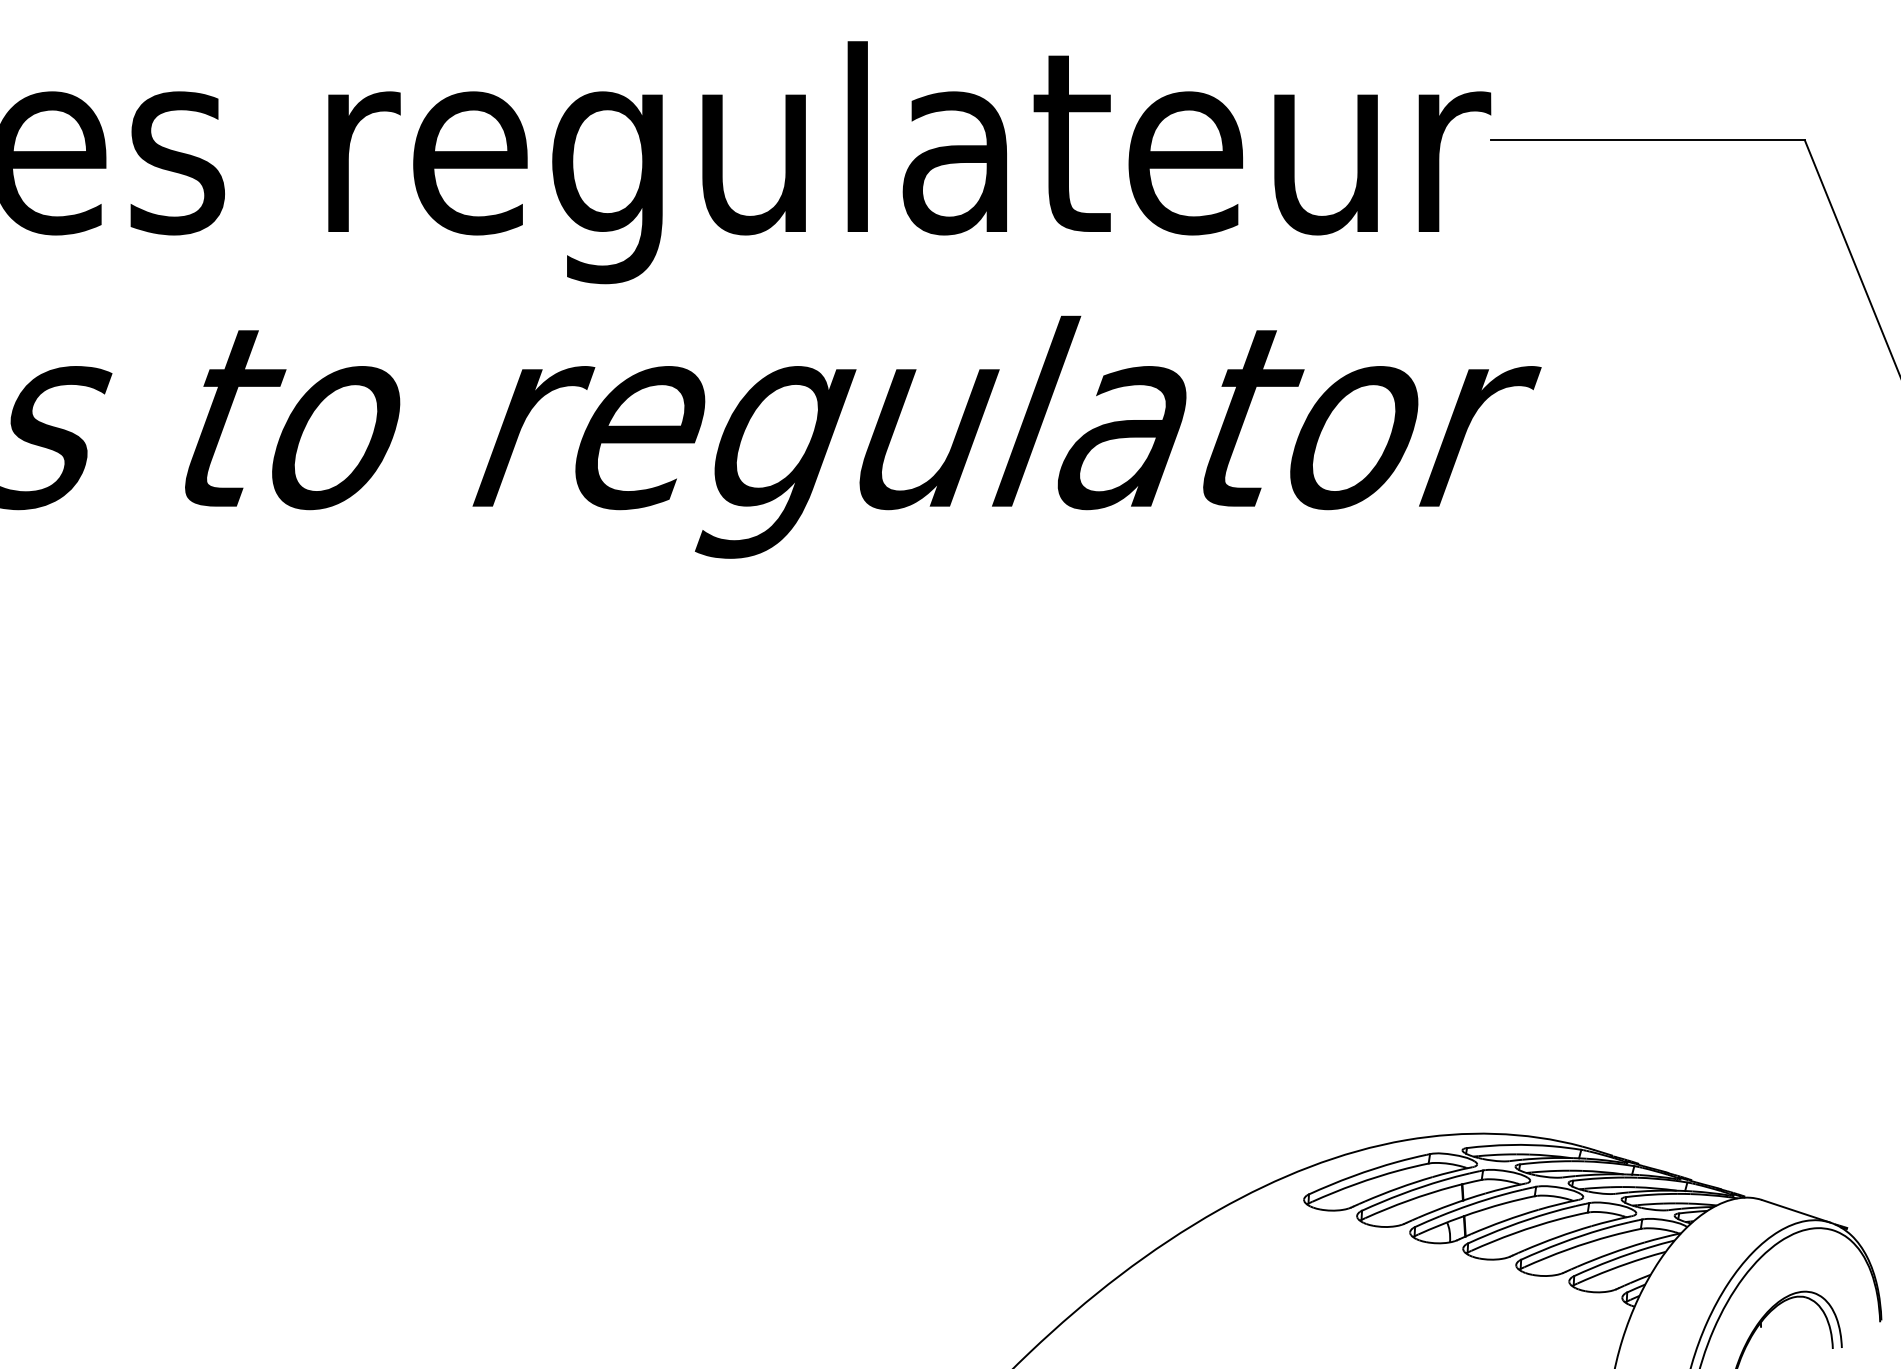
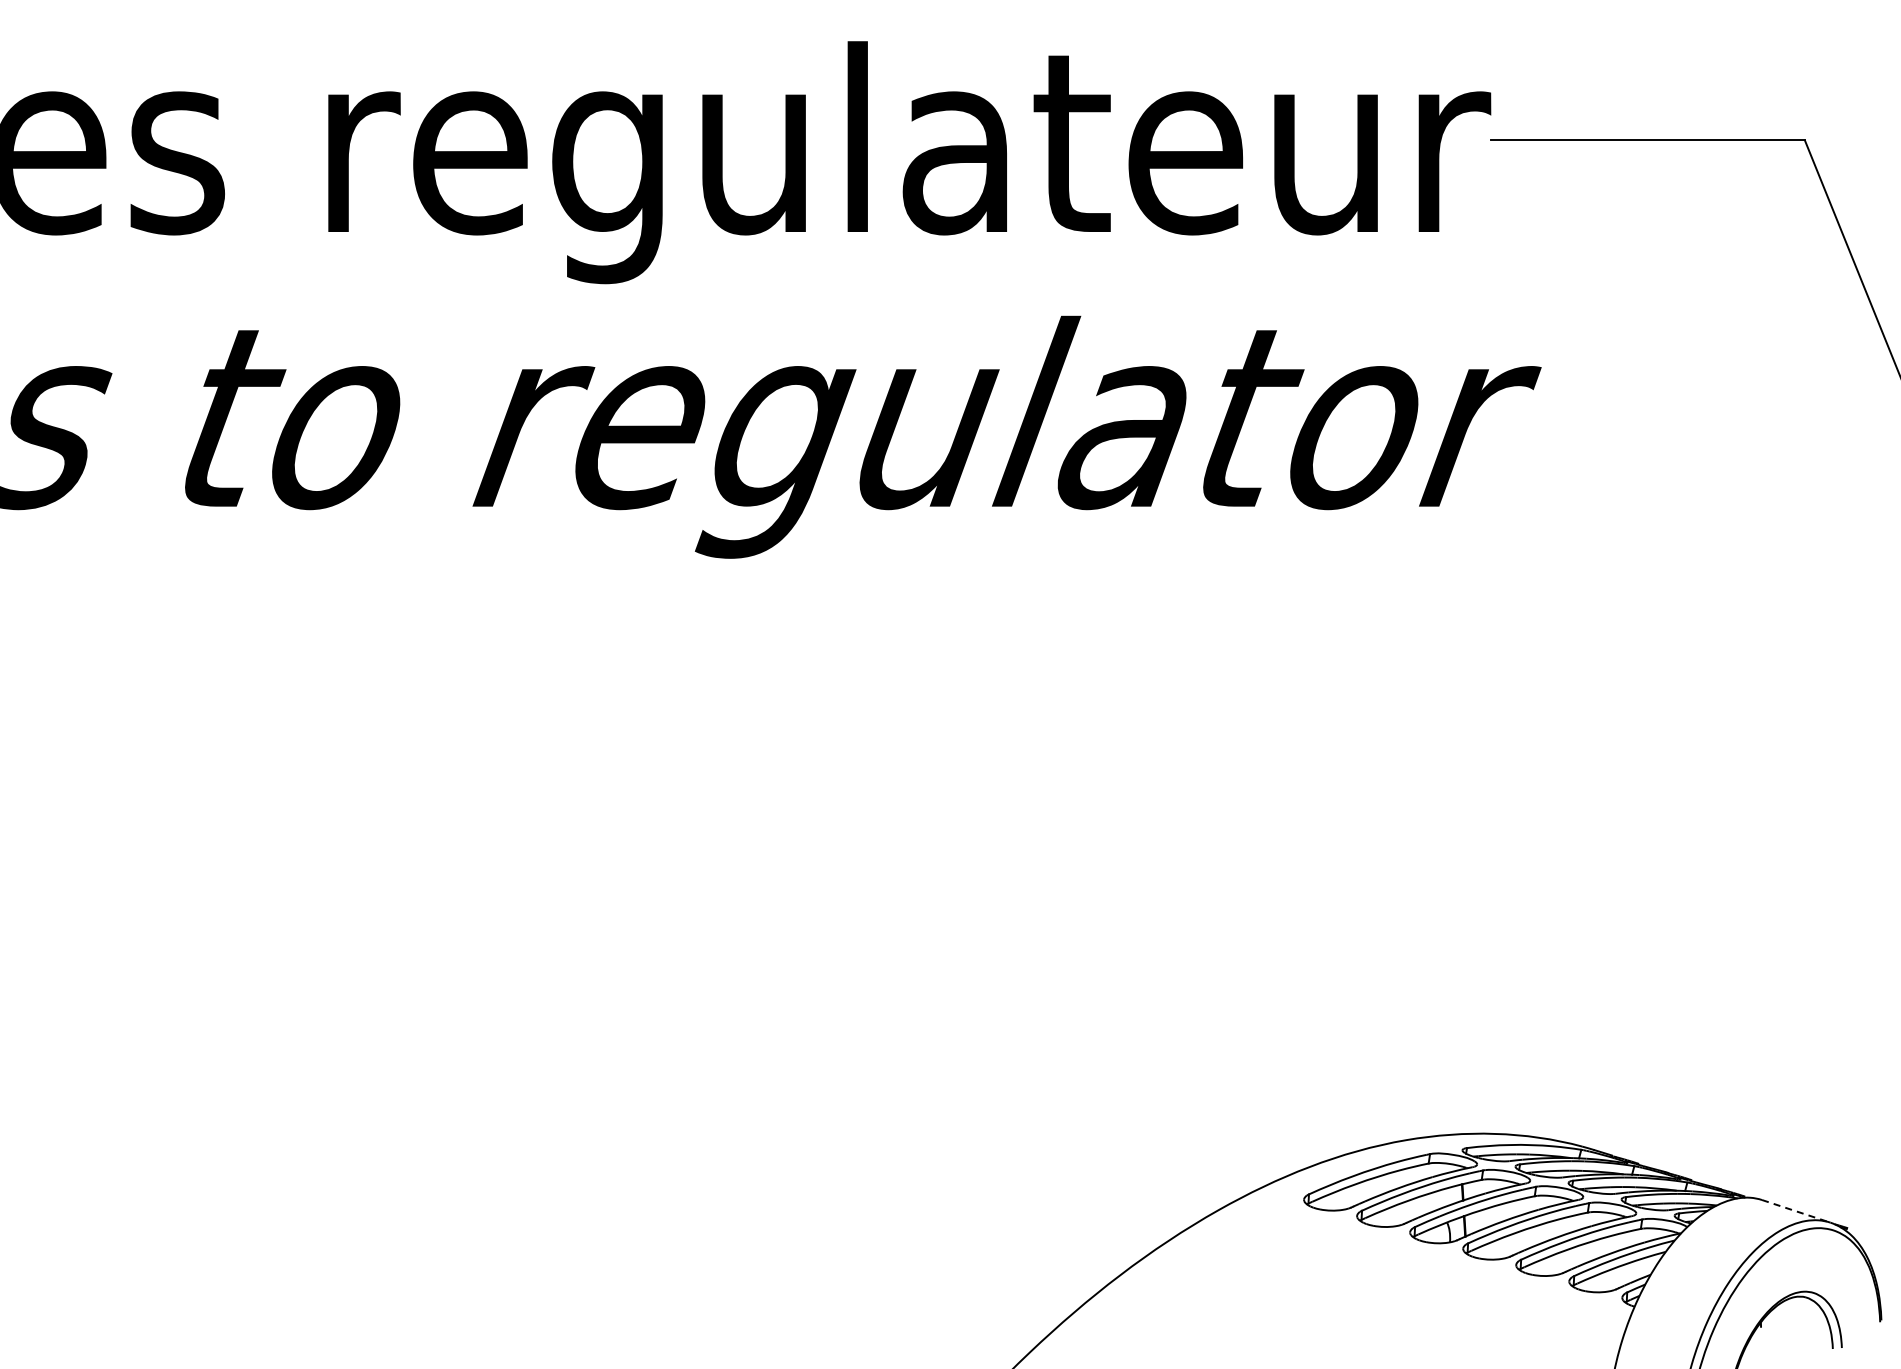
line at (1796, 1211): solid -> dashed
